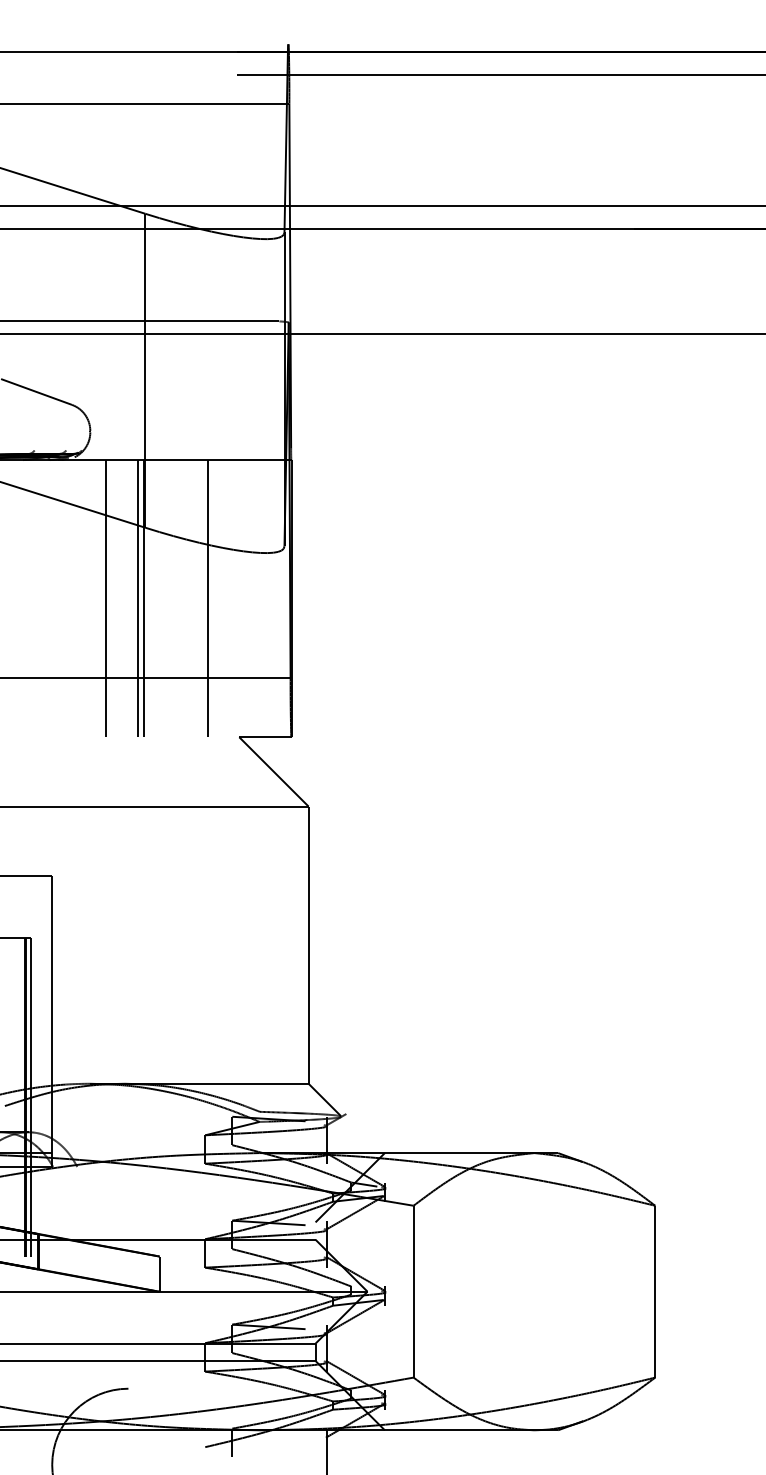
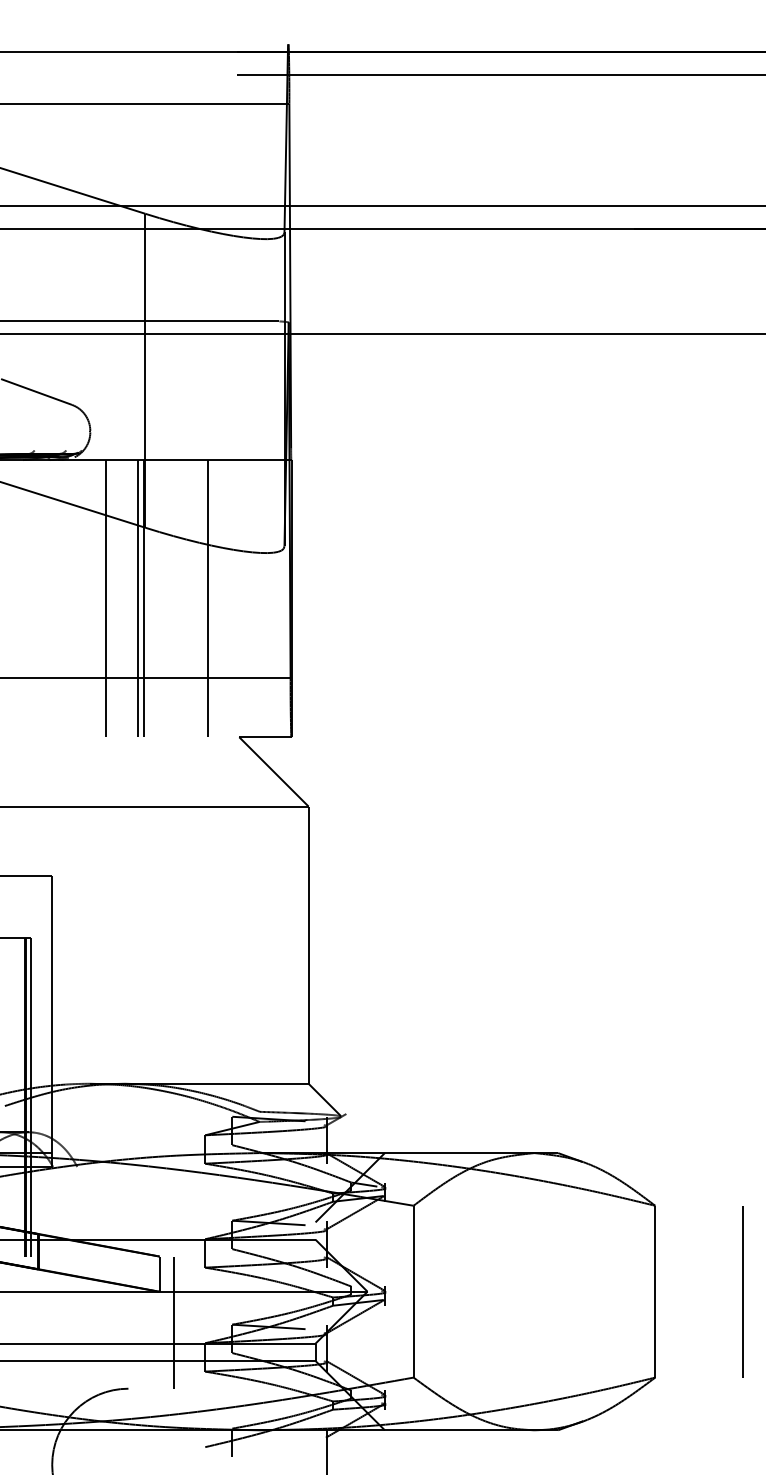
line at (742, 1291): none -> present
line at (173, 1322): none -> present
